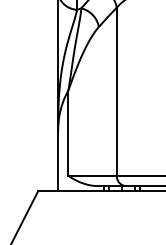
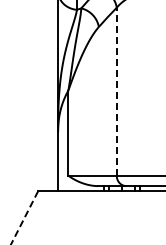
line at (116, 91): solid -> dashed
line at (24, 217): solid -> dashed
